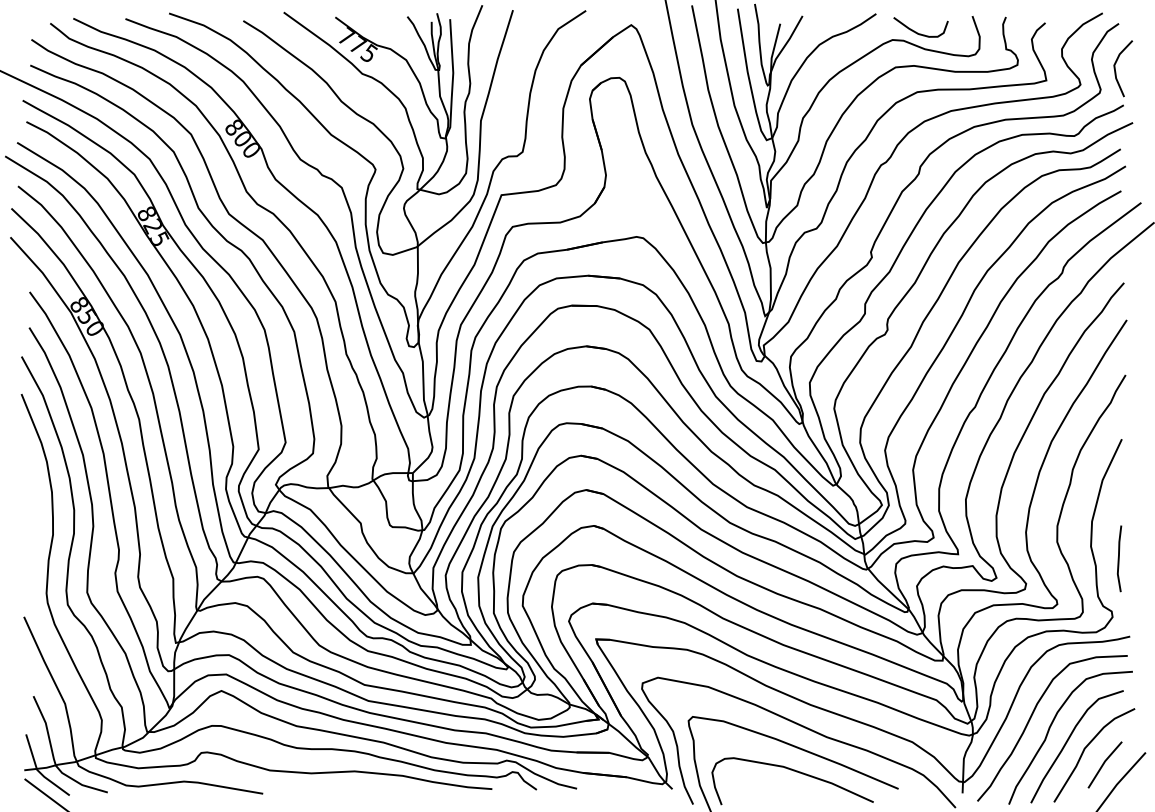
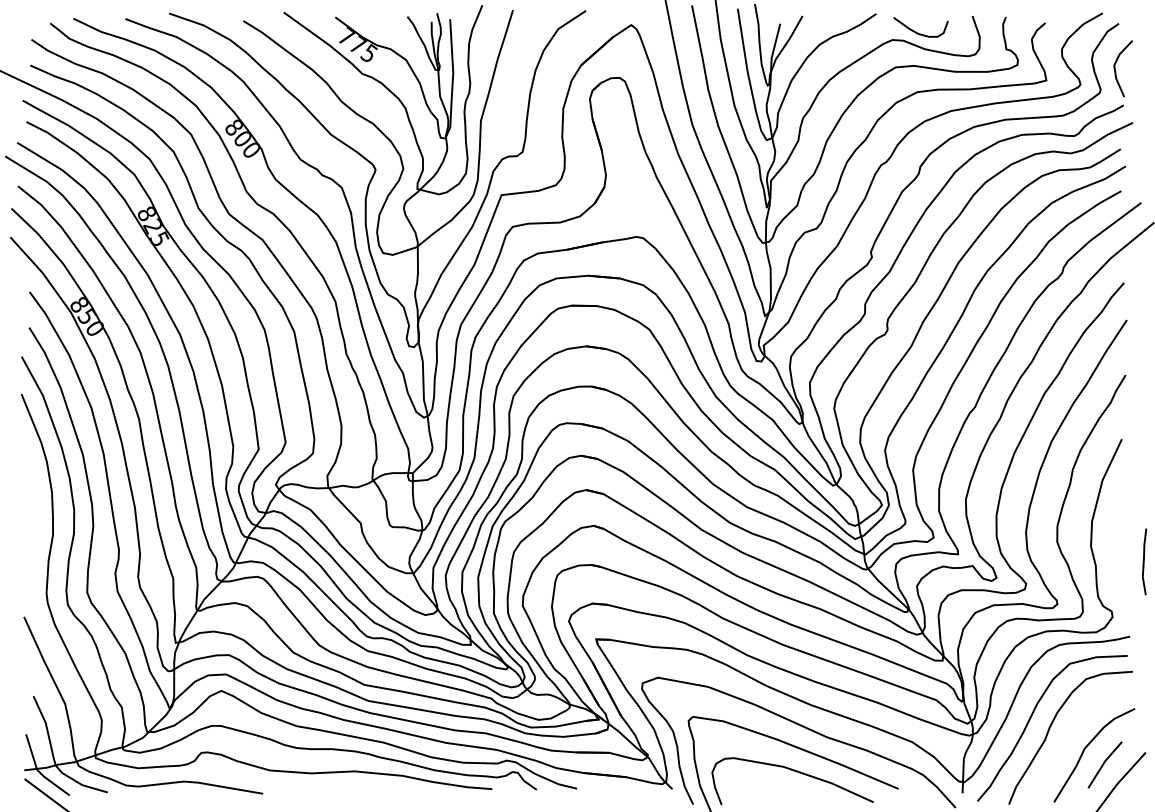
line at (1119, 558) position: (1119, 558) -> (1144, 561)
curve at (1068, 741): present -> none
